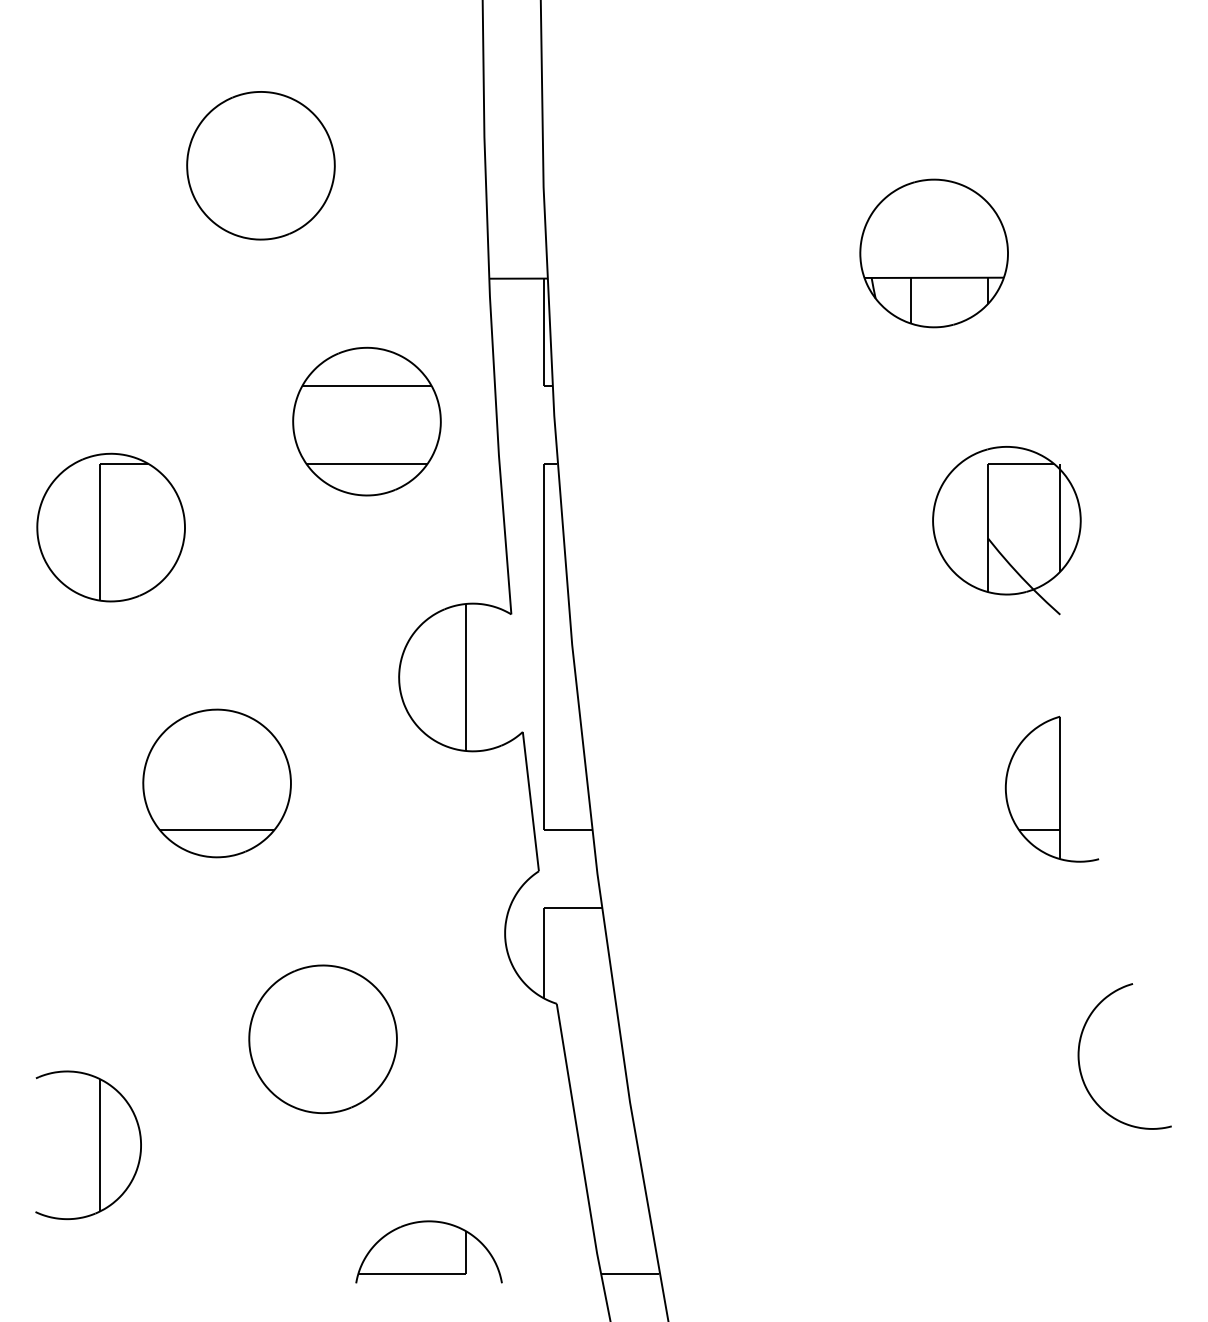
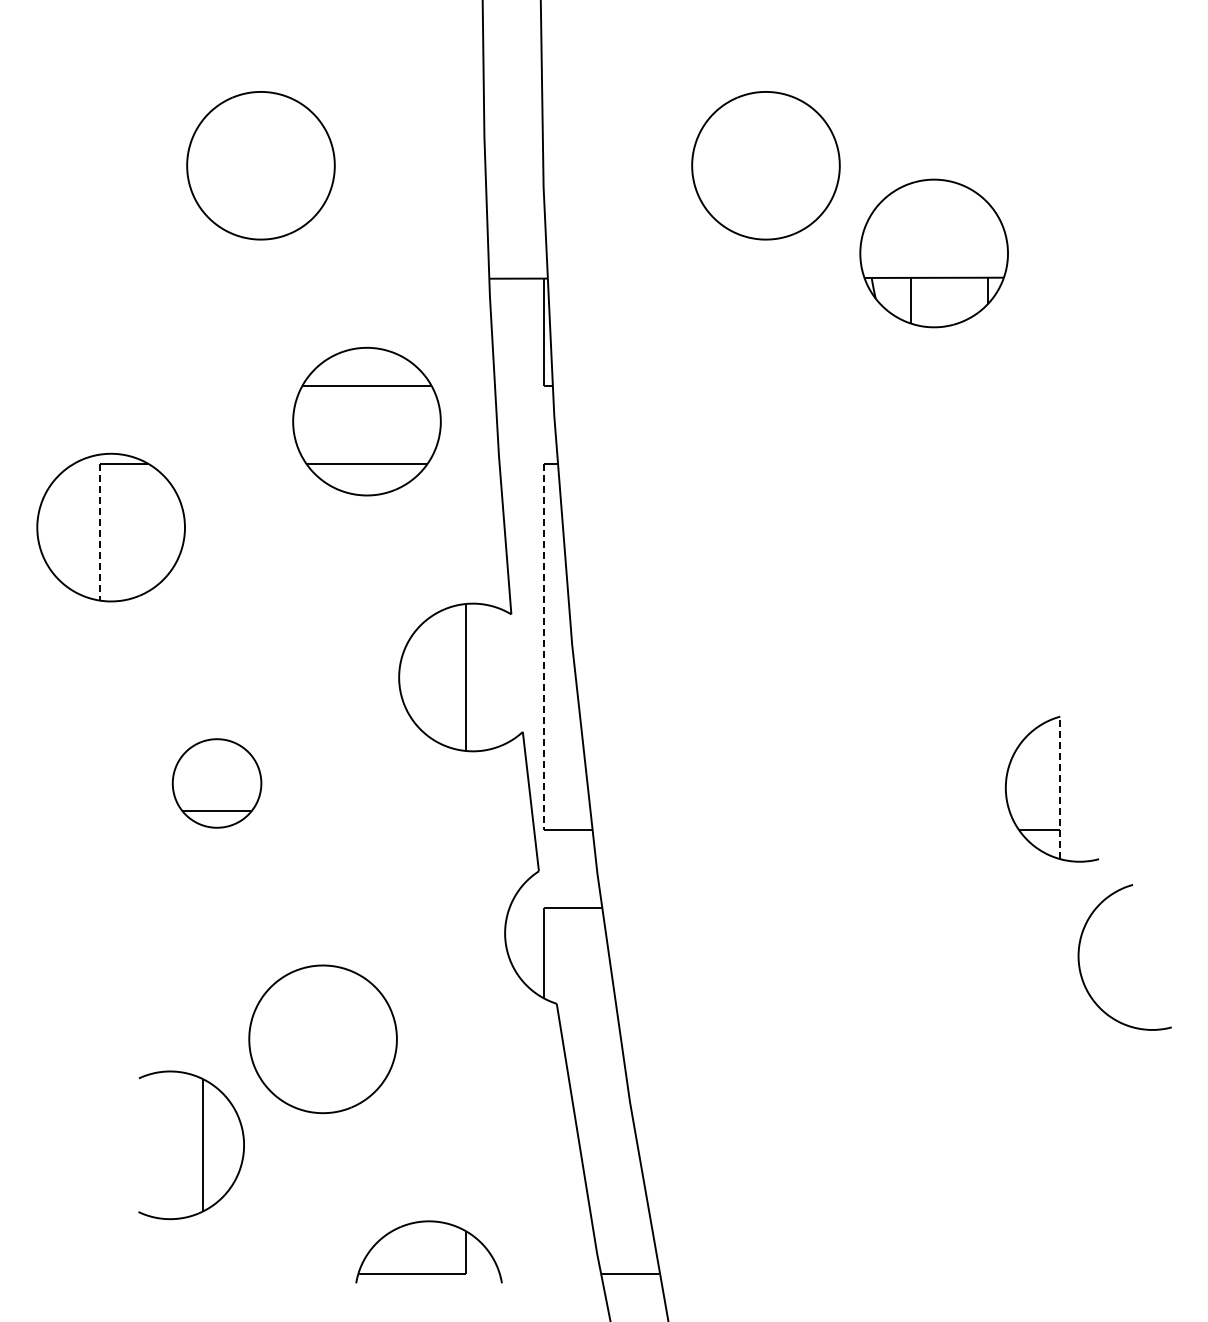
part at (765, 165): none -> present
part at (1006, 530): present -> none
line at (99, 532): solid -> dashed
line at (544, 647): solid -> dashed
part at (216, 783) size: 150x151 px -> 92x91 px
line at (1060, 787): solid -> dashed
curve at (1080, 1064) position: (1080, 1064) -> (1080, 965)
part at (99, 1145) position: (99, 1145) -> (202, 1145)
